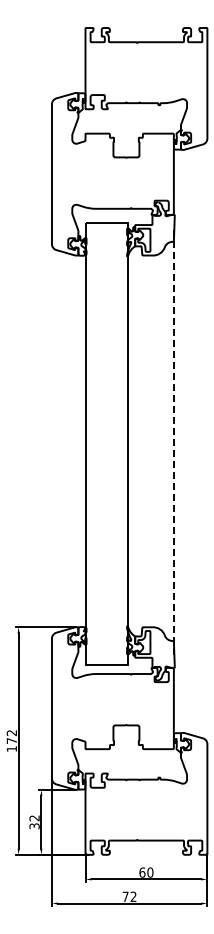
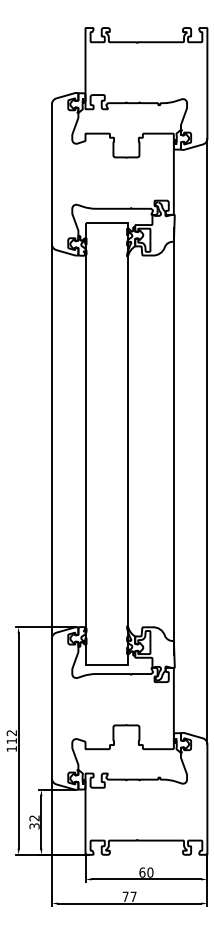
line at (174, 440): dashed -> solid
line at (51, 441): none -> present
line at (207, 441): none -> present
text at (11, 740): 172 -> 112
text at (133, 896): 72 -> 77
